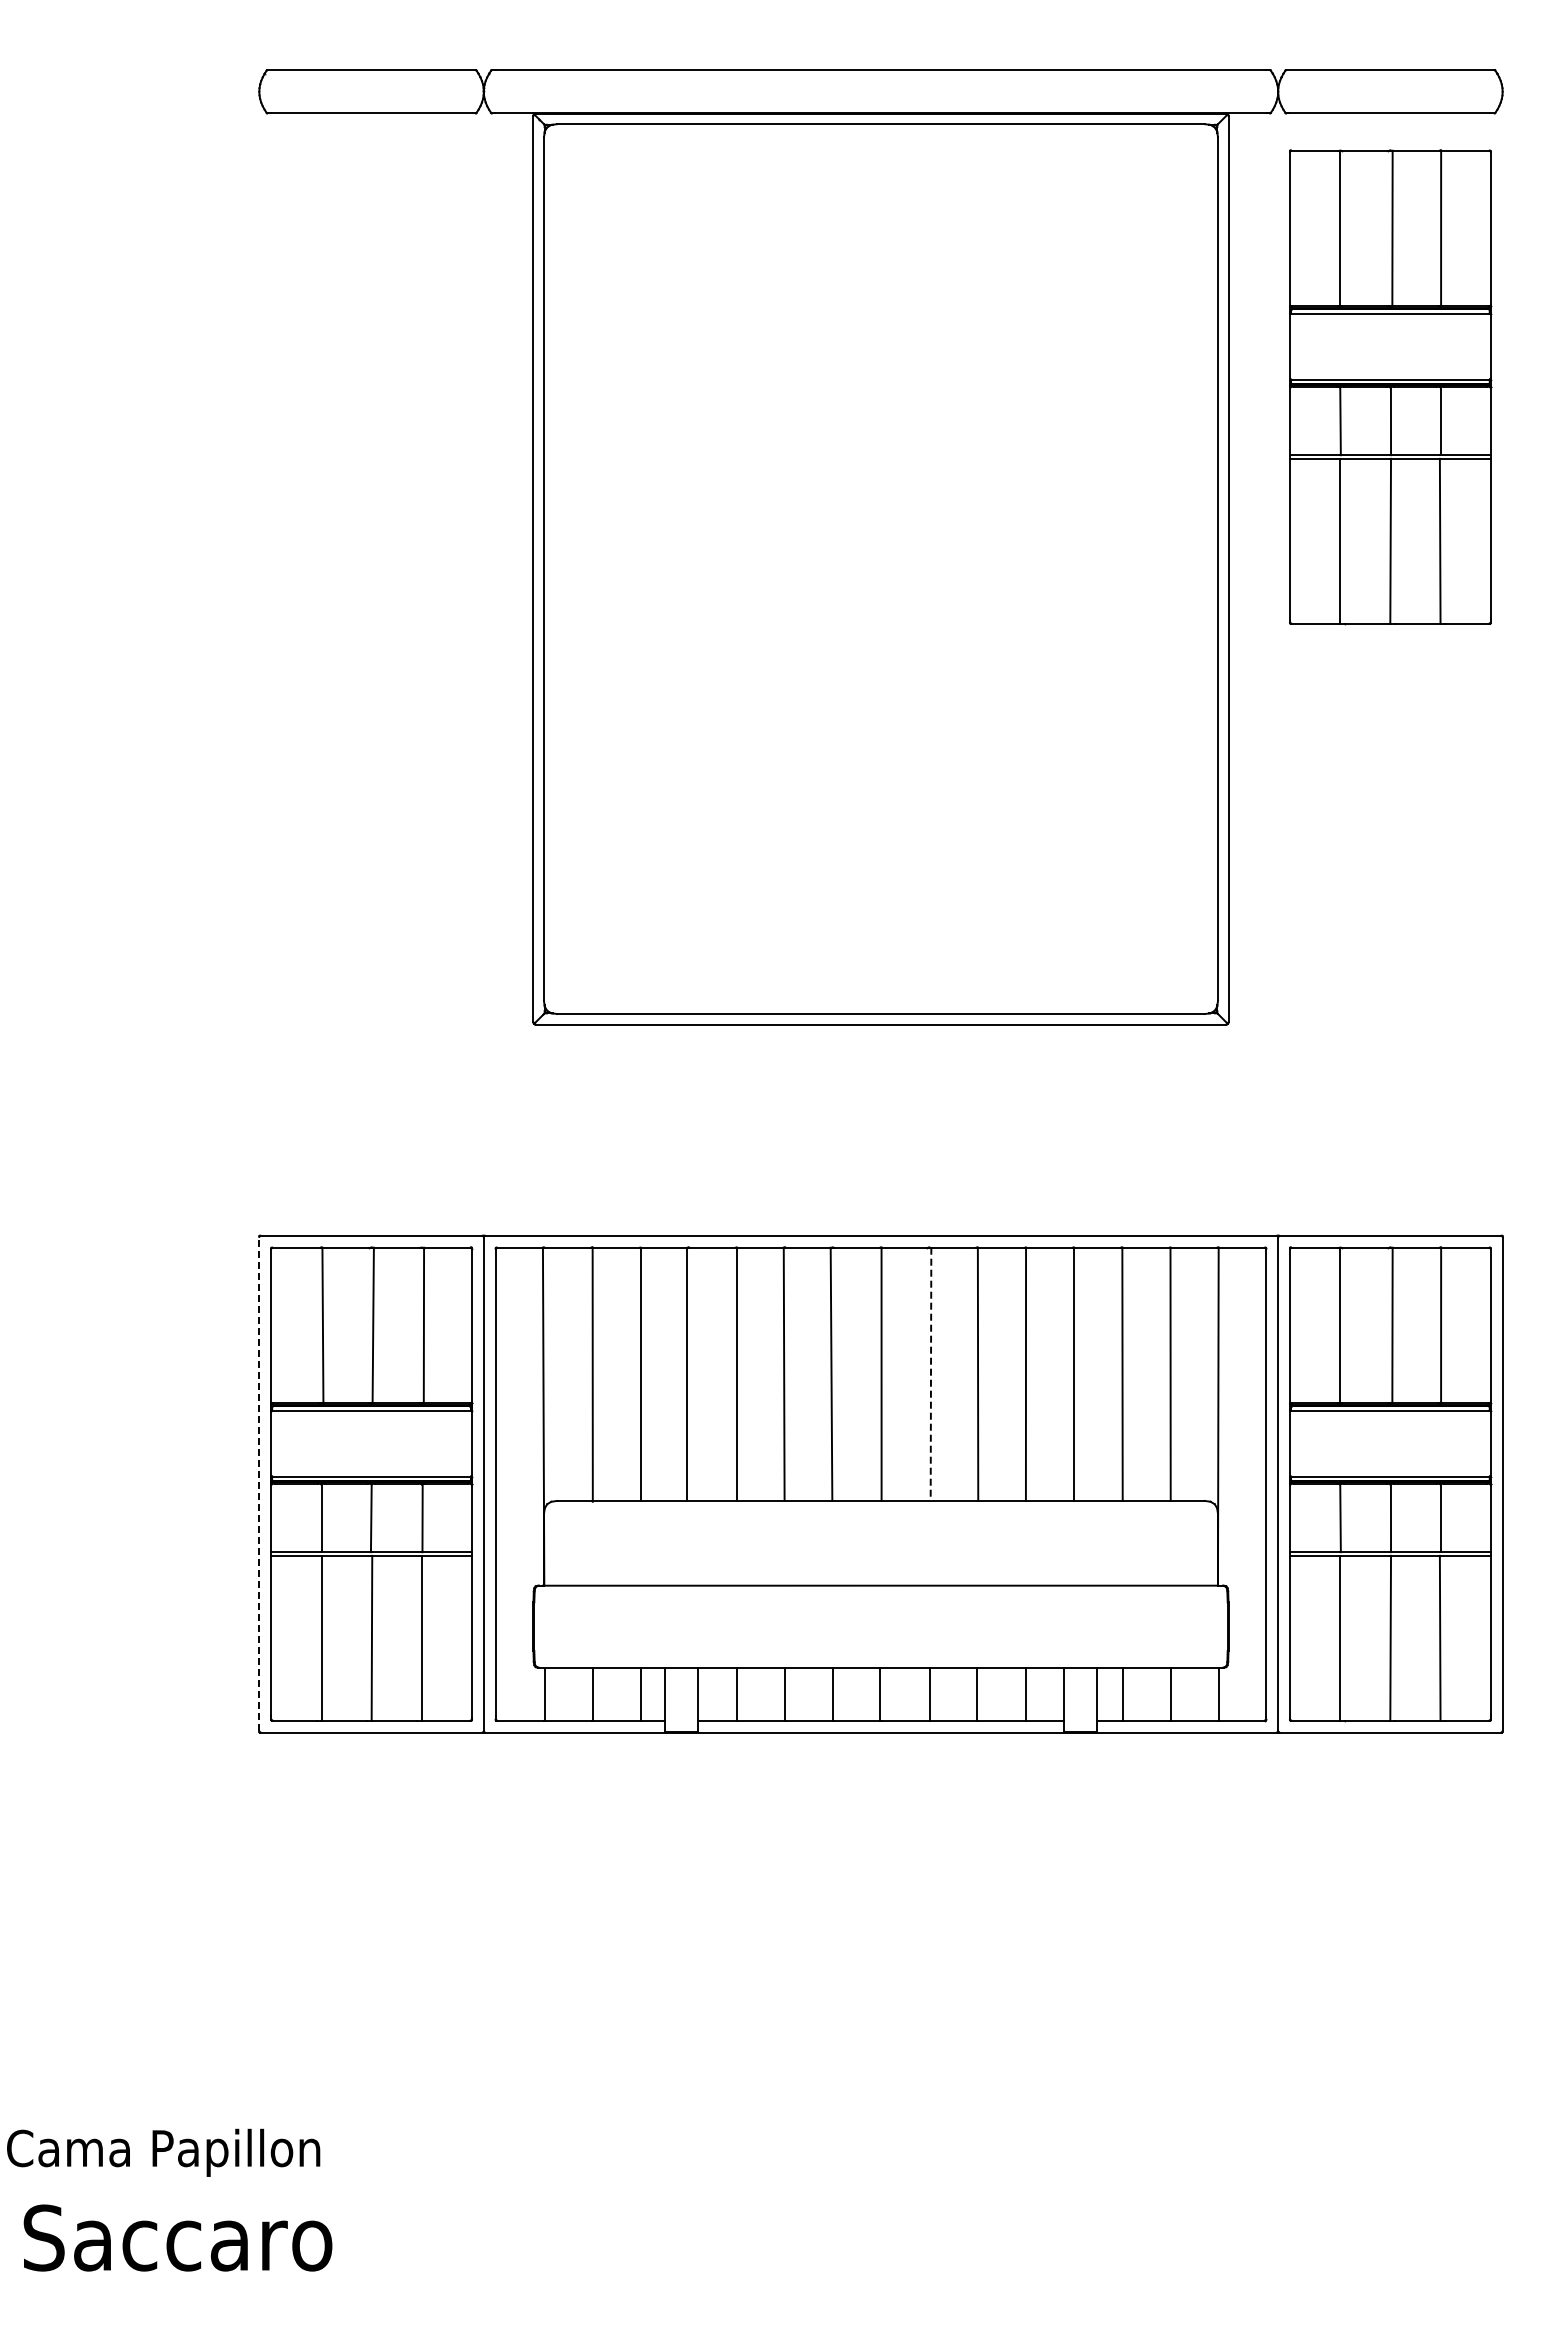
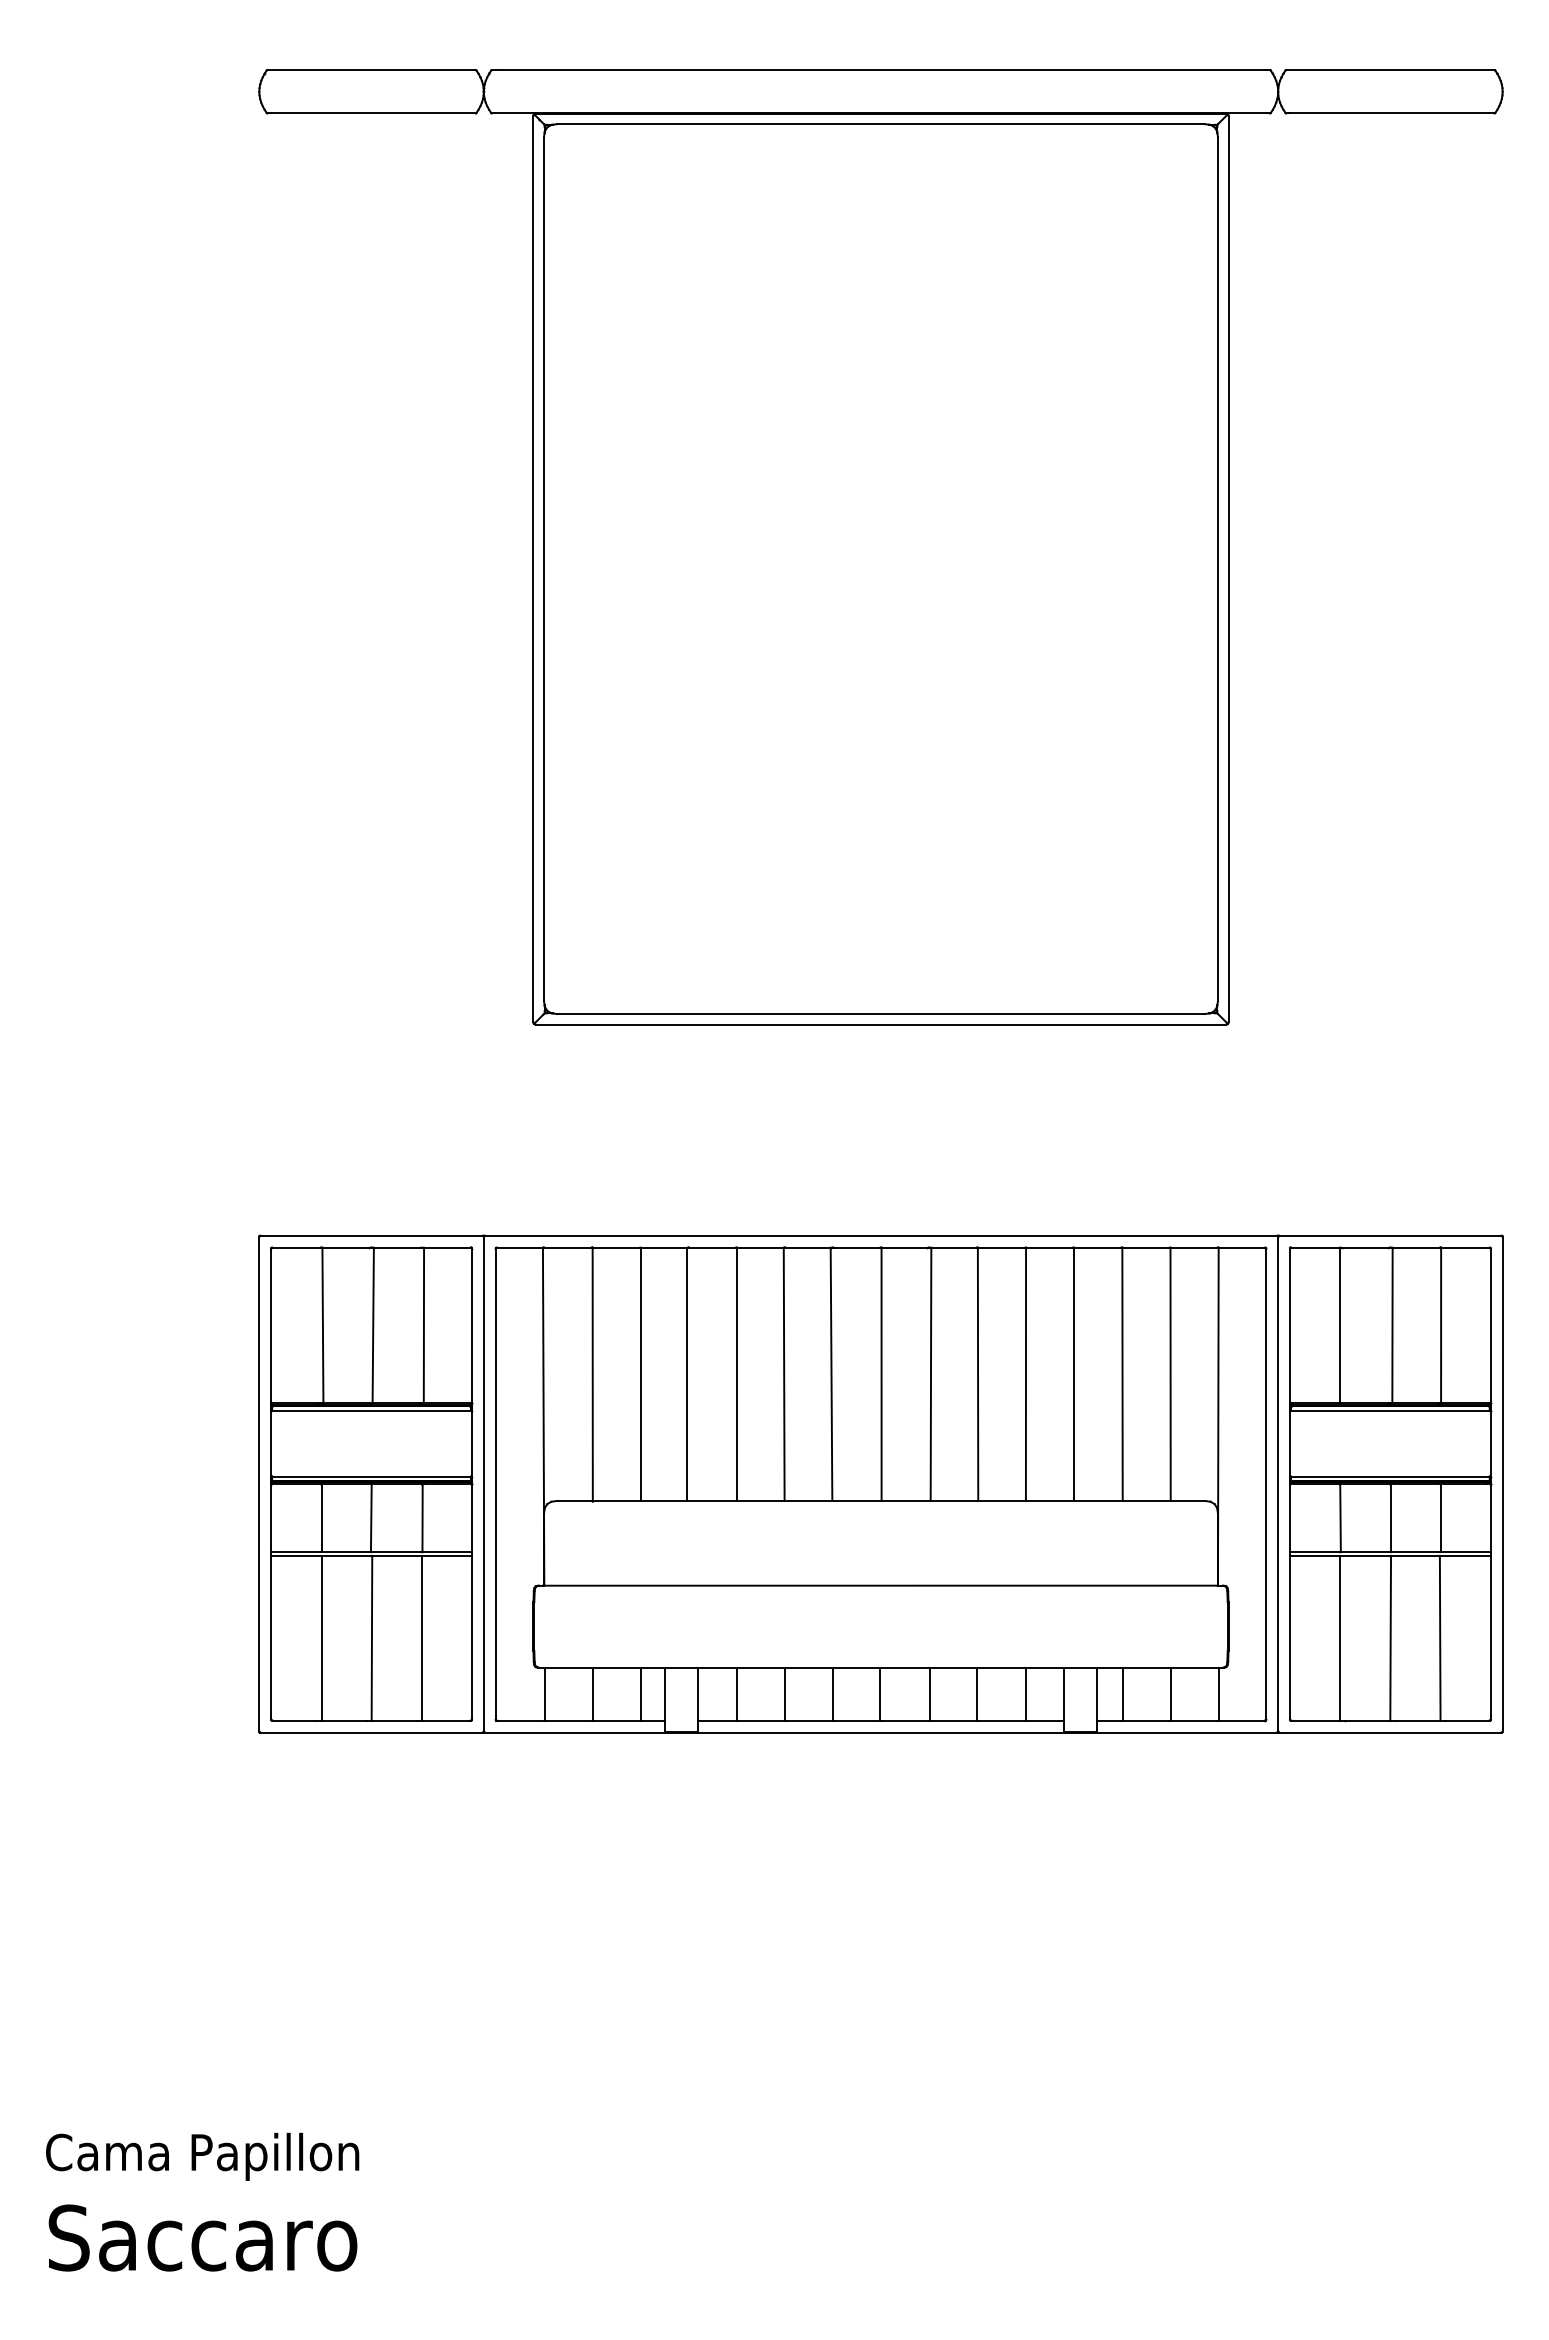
part at (1390, 387): present -> none
line at (931, 1374): dashed -> solid
line at (259, 1483): dashed -> solid
text at (163, 2152) position: (163, 2152) -> (202, 2156)
text at (177, 2237) position: (177, 2237) -> (202, 2237)
